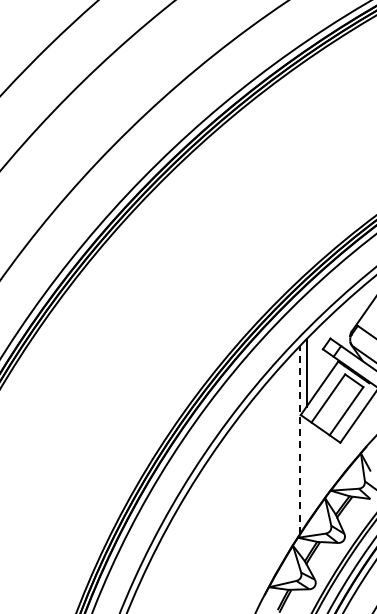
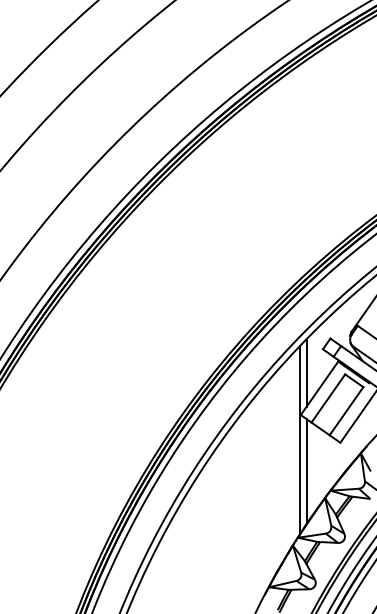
line at (300, 439): dashed -> solid
line at (306, 471): none -> present
